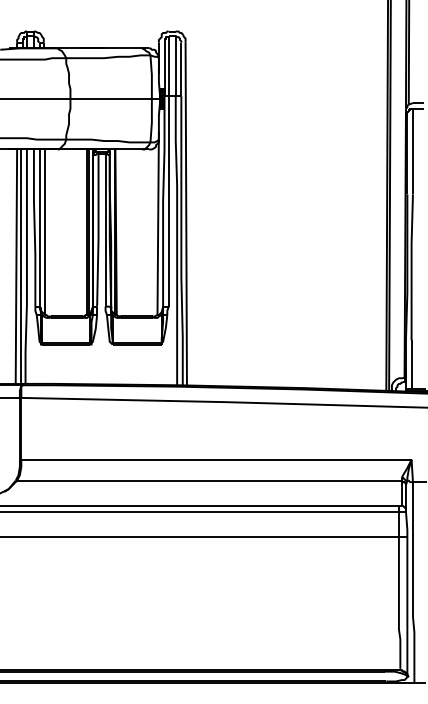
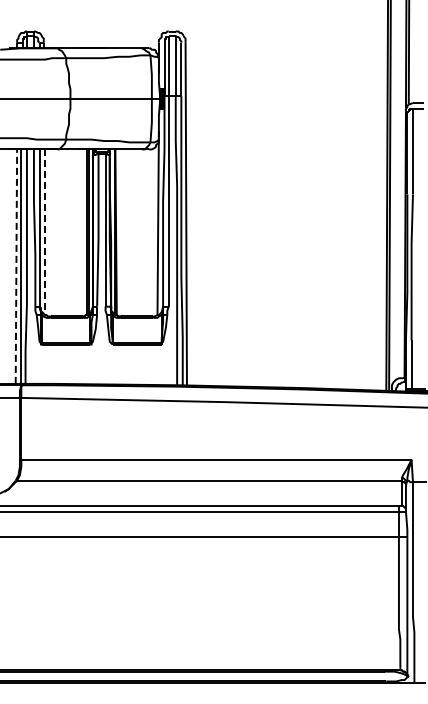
line at (45, 232): solid -> dashed
line at (16, 266): solid -> dashed
